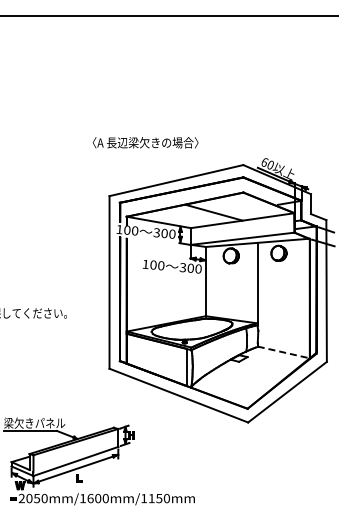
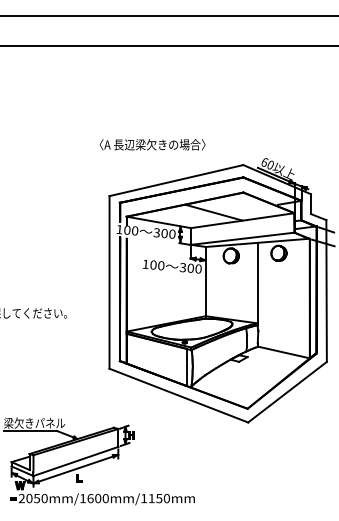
line at (168, 46): none -> present
text at (145, 142) position: (145, 142) -> (152, 144)
line at (283, 352): dashed -> solid
